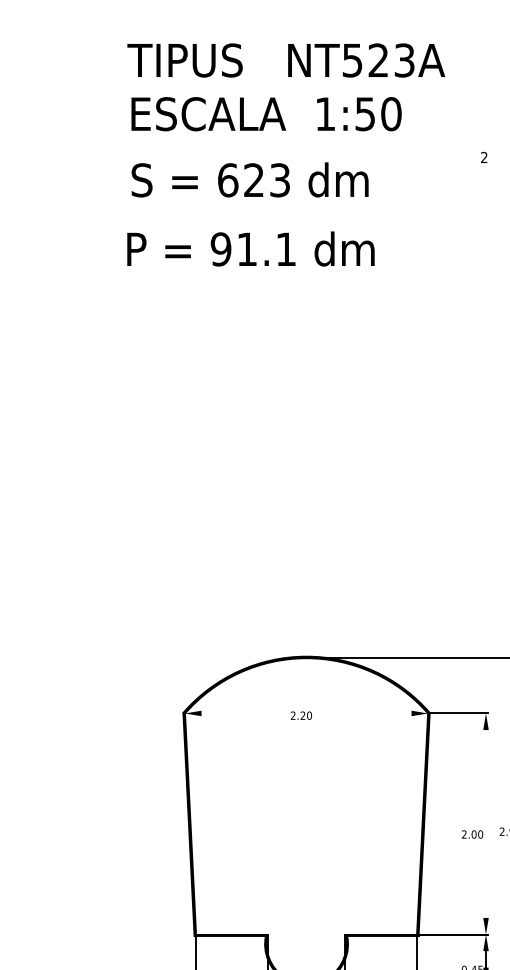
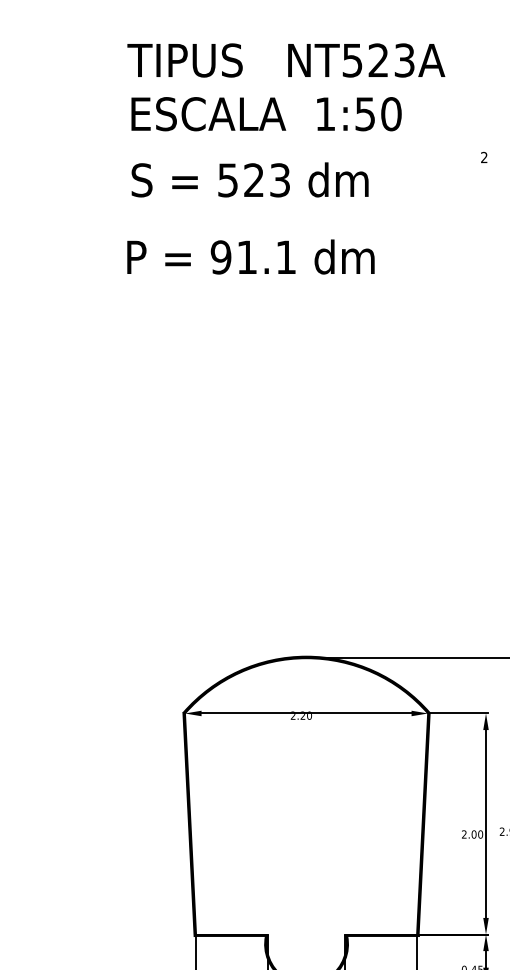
text at (228, 180): 623 -> 523
text at (250, 248) position: (250, 248) -> (250, 256)
line at (306, 713): none -> present
line at (486, 823): none -> present
